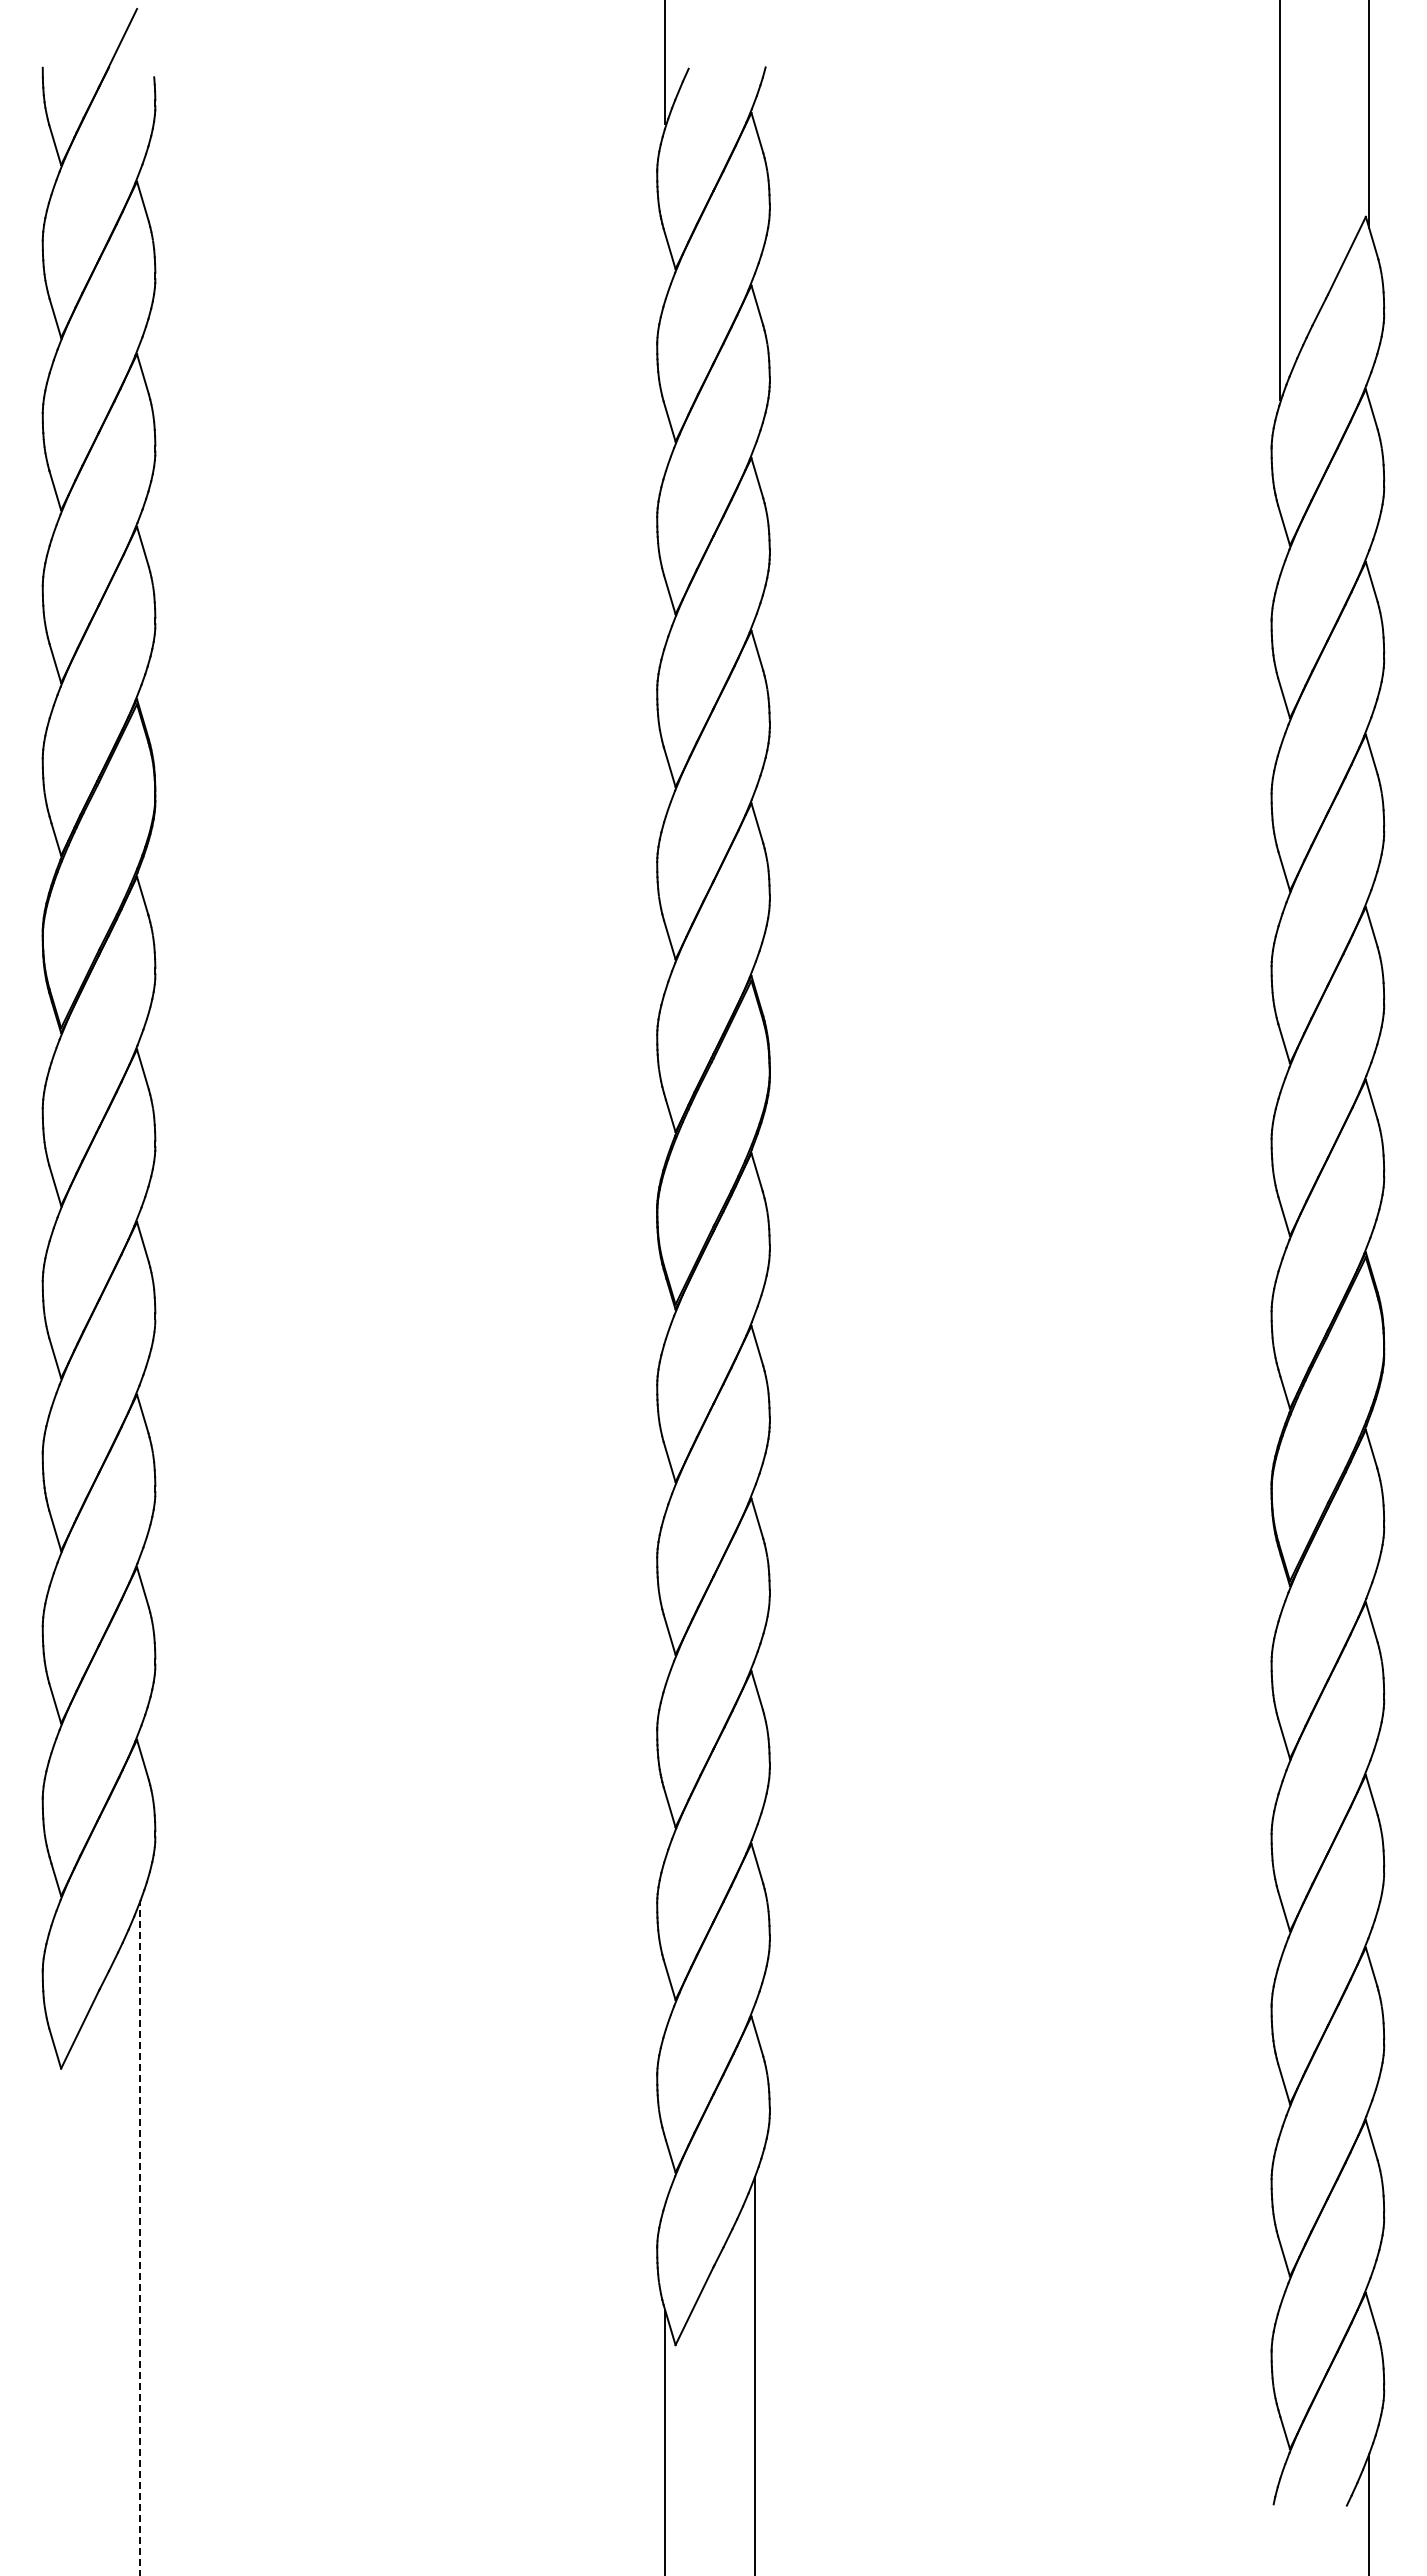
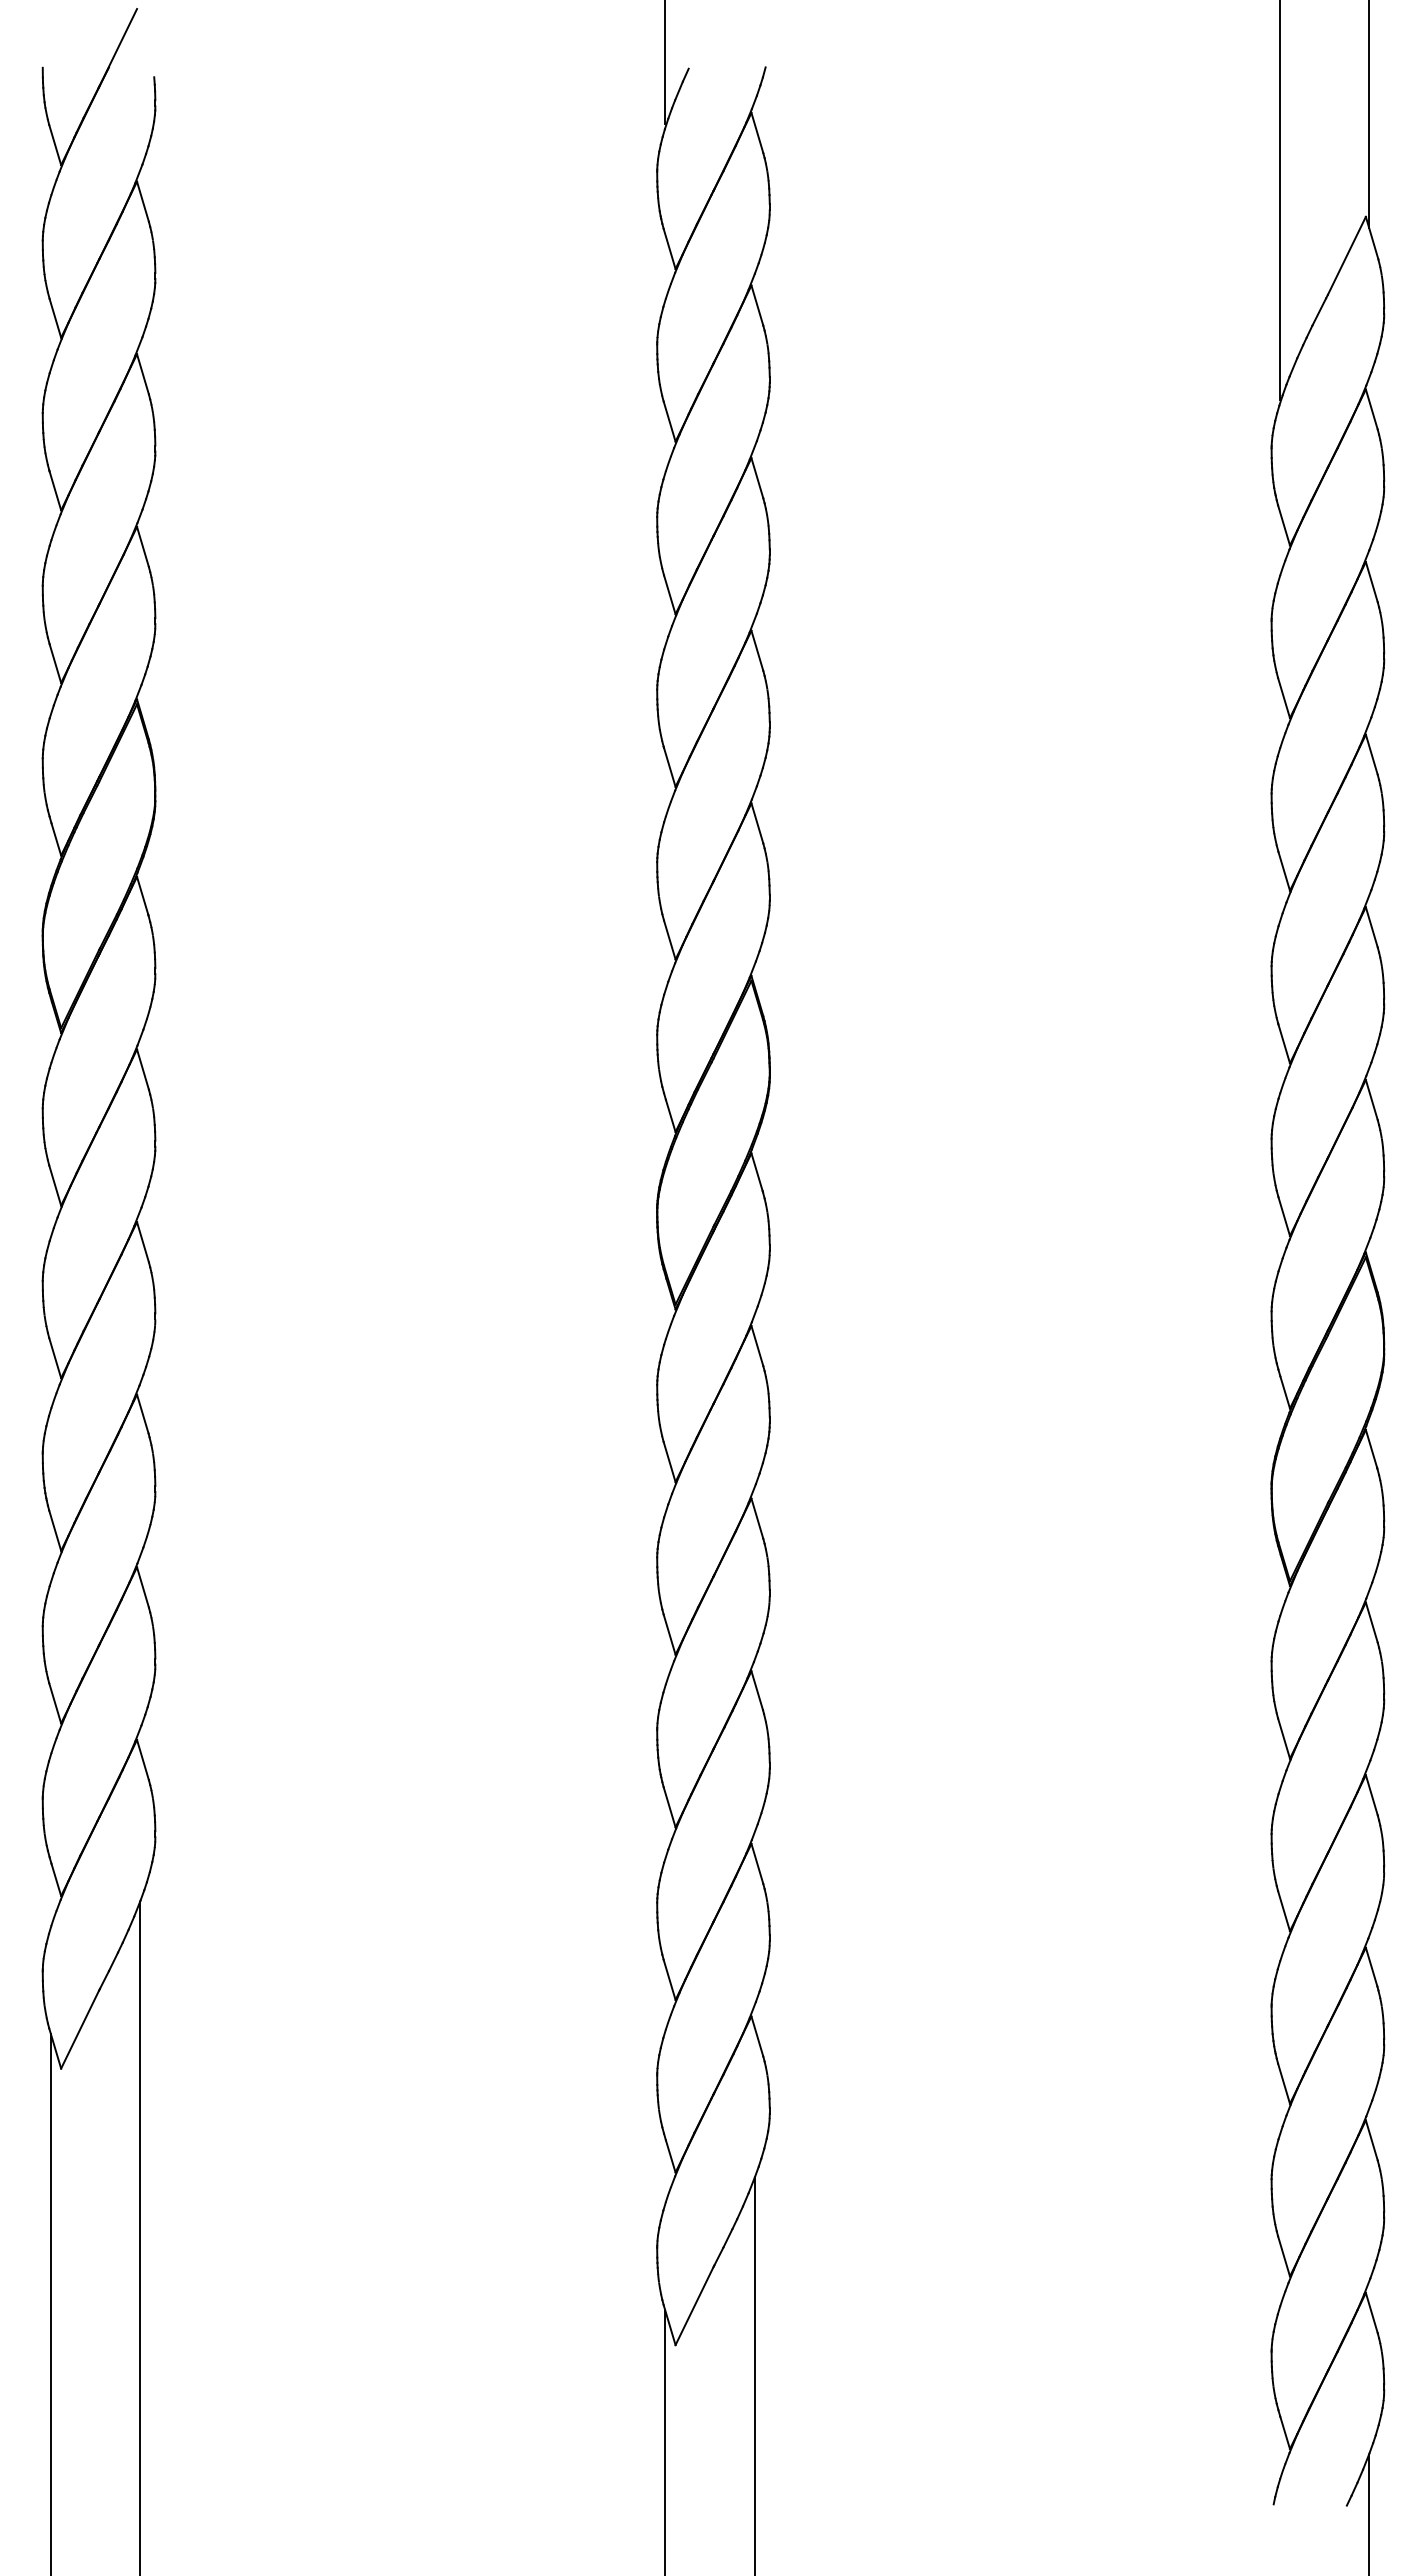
line at (140, 2238): dashed -> solid
line at (50, 2303): none -> present
